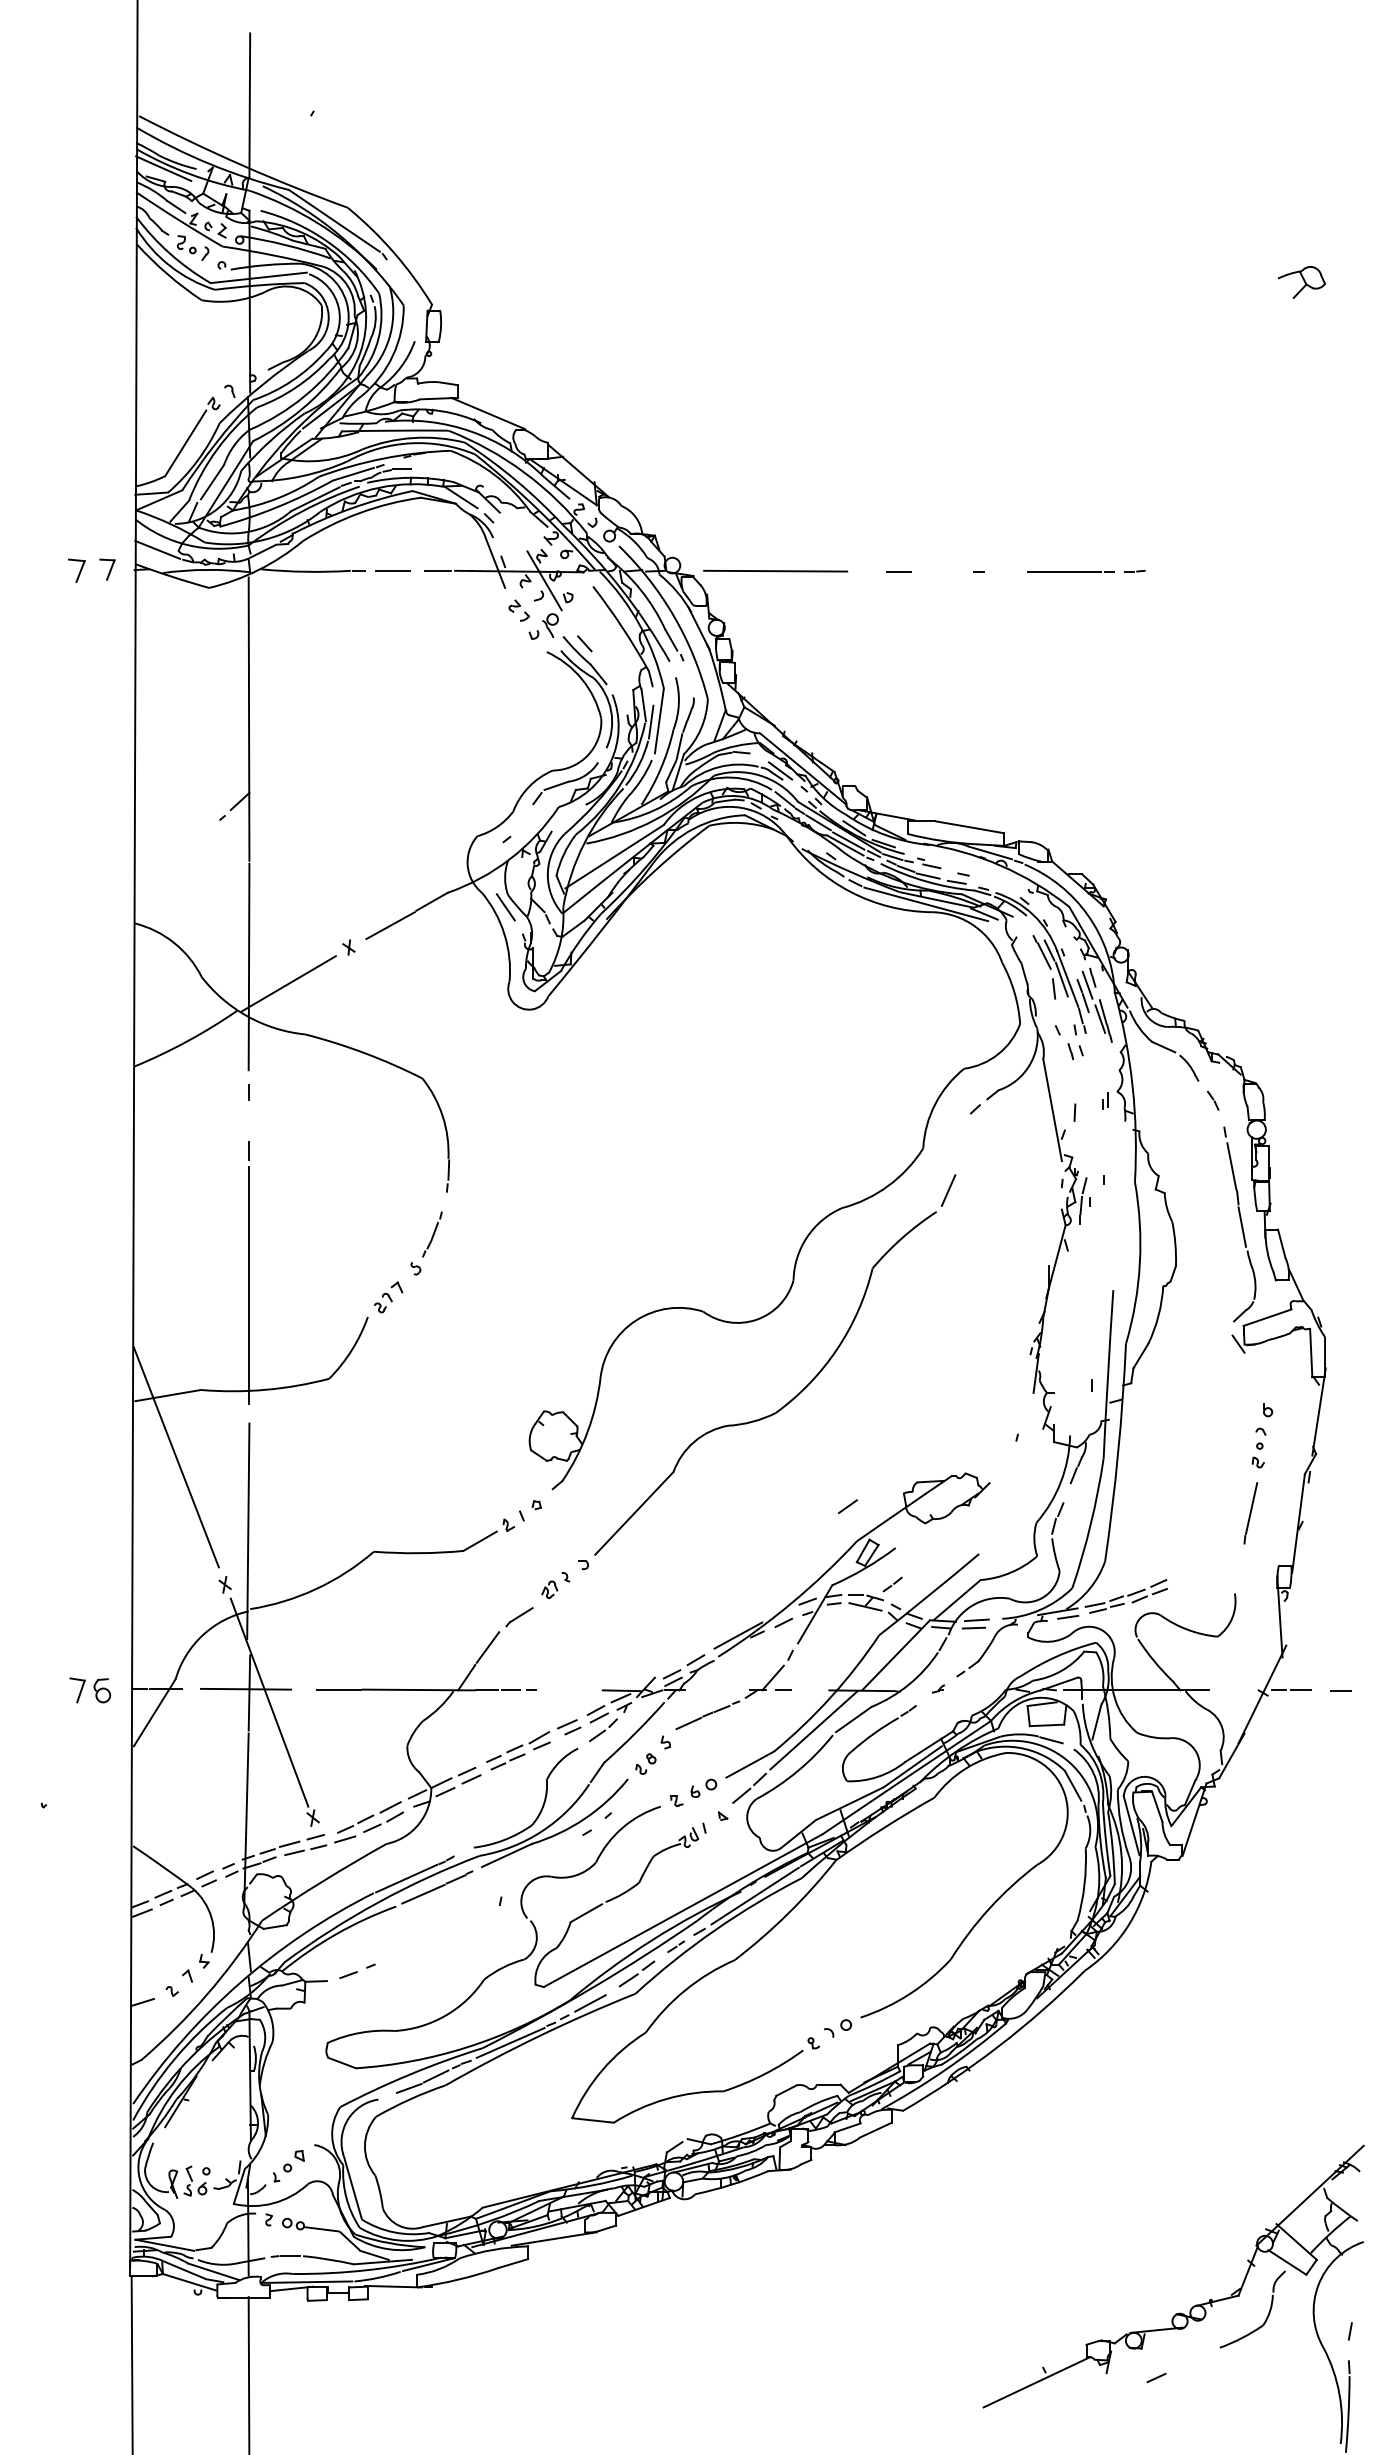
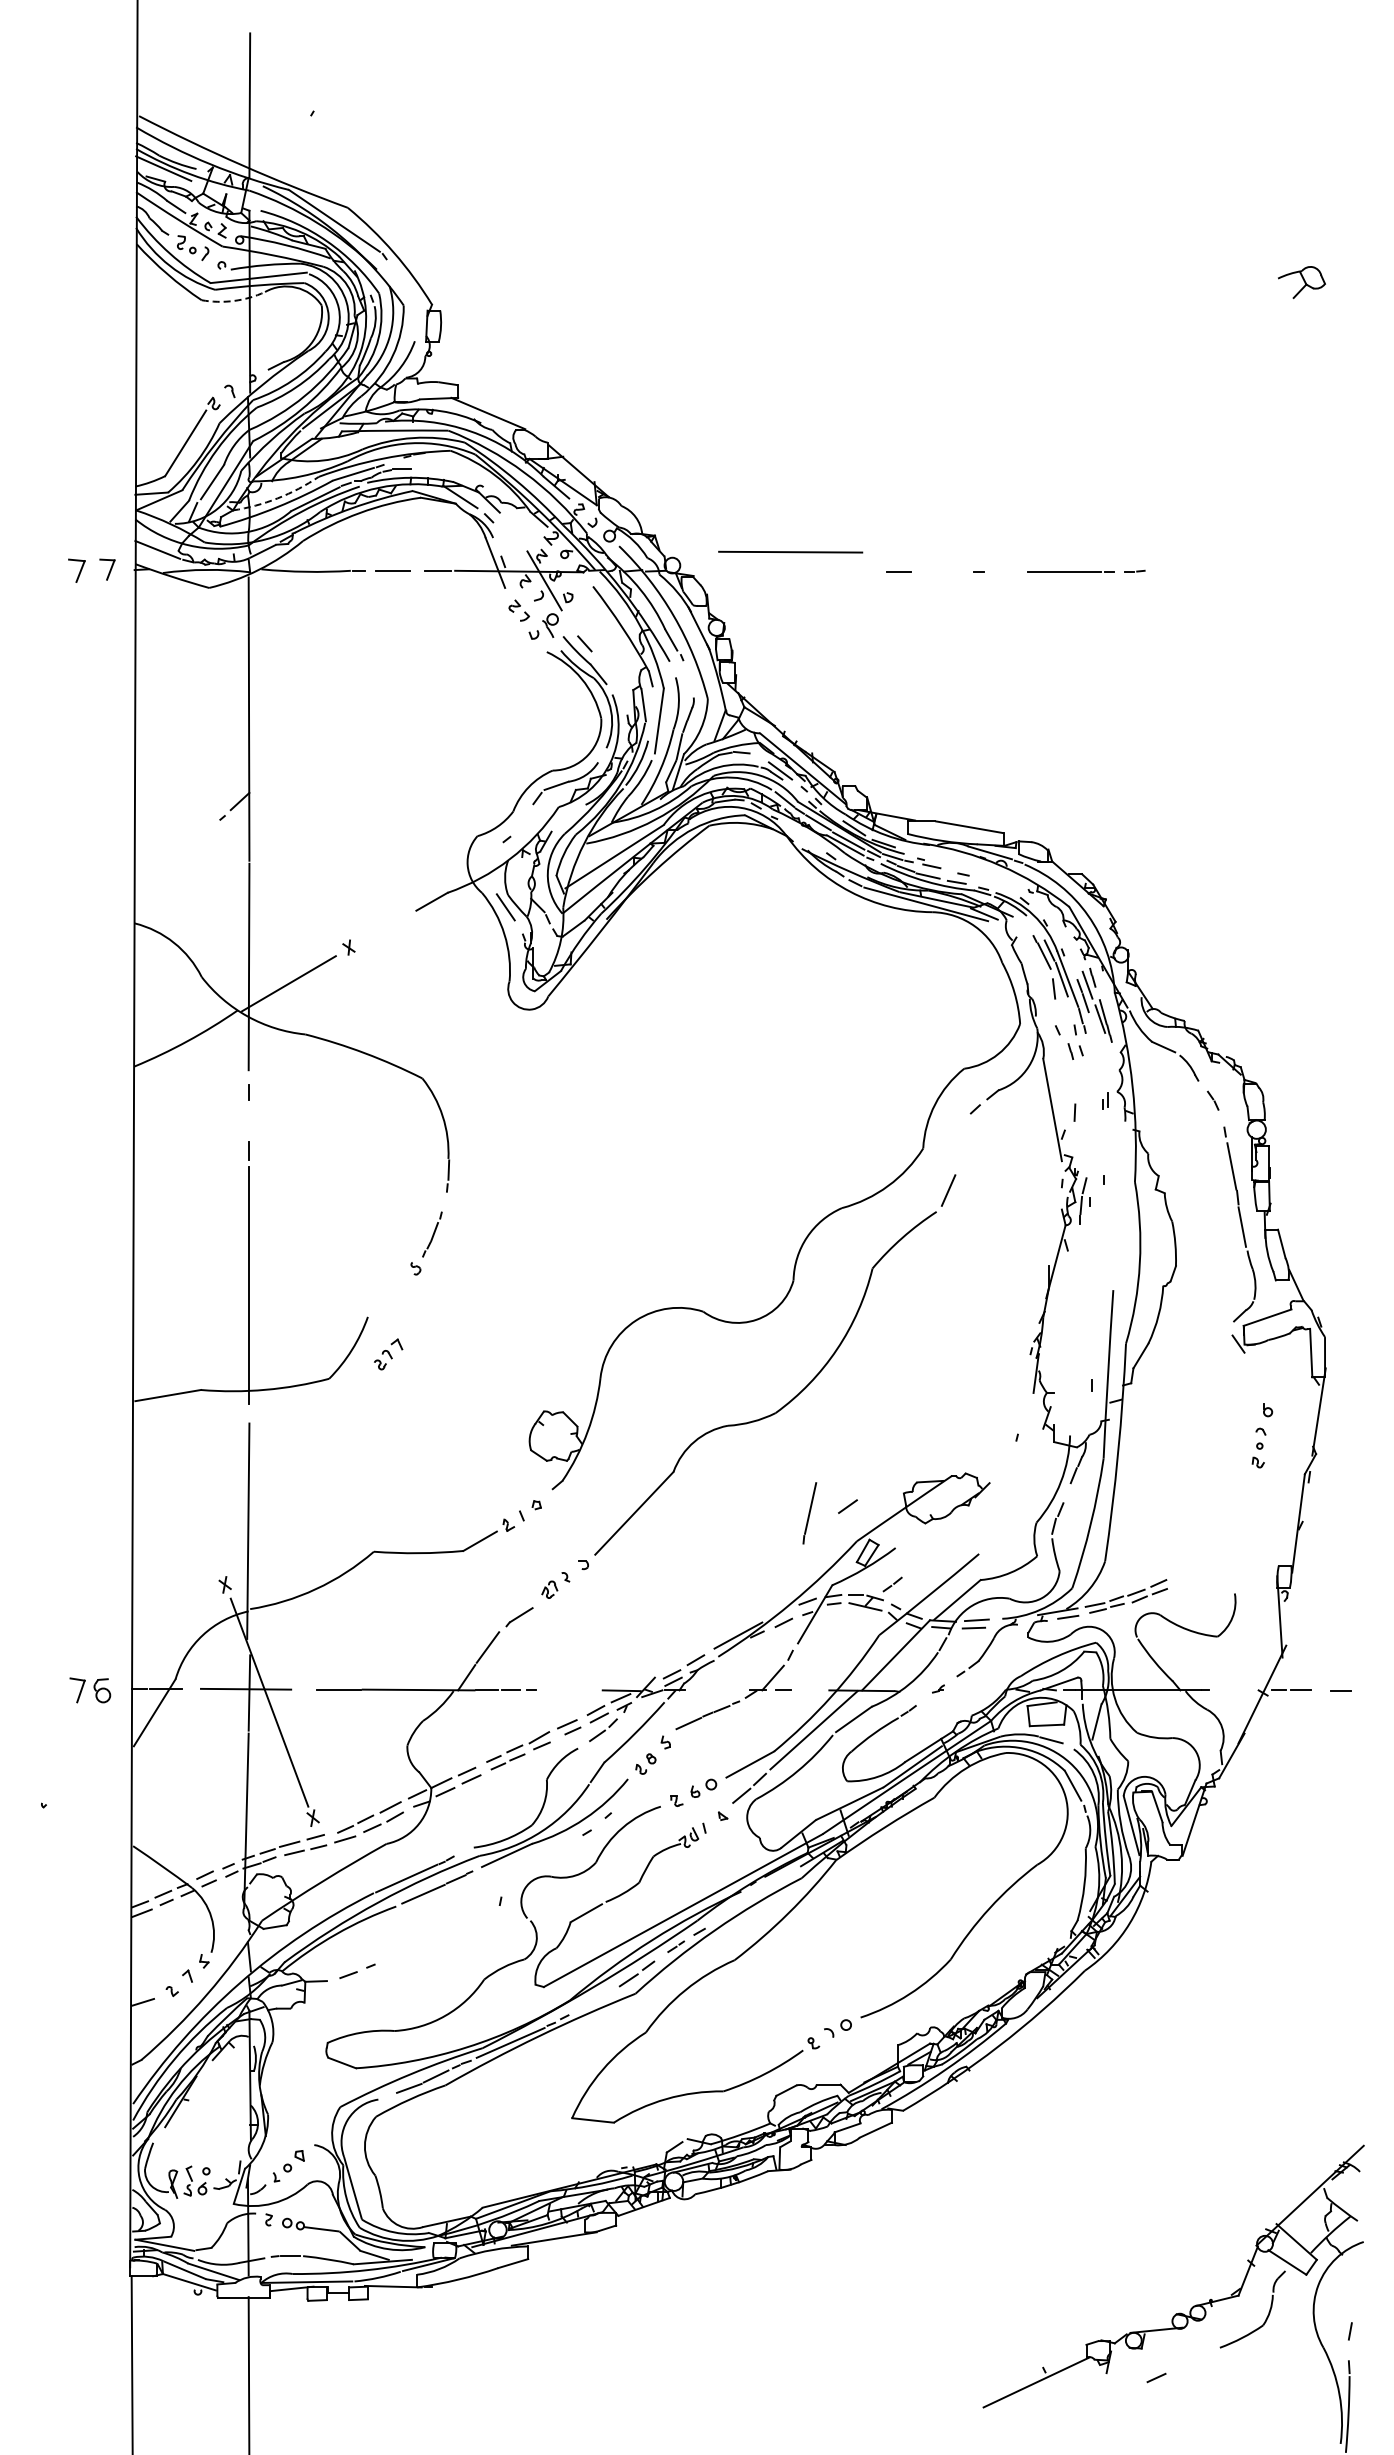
arc at (234, 300): solid -> dashed
arc at (277, 498): solid -> dashed
line at (775, 570) position: (775, 570) -> (790, 551)
line at (650, 721): present -> none
line at (390, 925): present -> none
part at (388, 1297) position: (388, 1297) -> (388, 1354)
line at (175, 1457): present -> none
line at (1250, 1513) position: (1250, 1513) -> (809, 1513)
line at (754, 1895): present -> none
line at (590, 2003): present -> none
